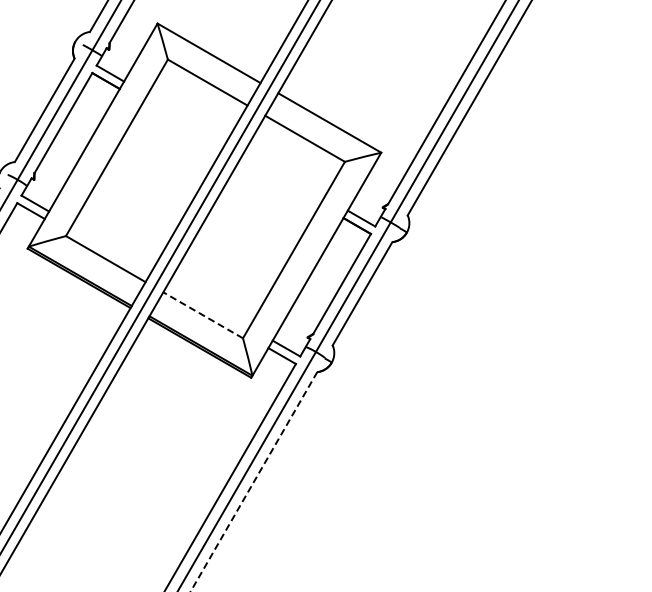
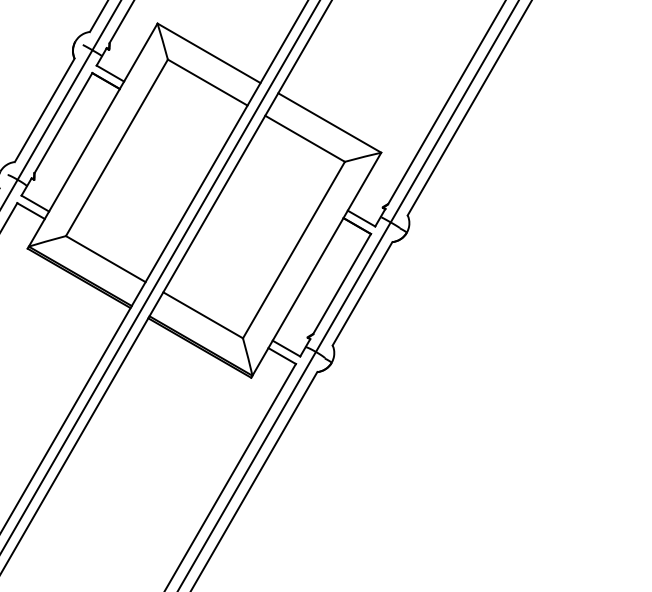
line at (203, 315): dashed -> solid
line at (253, 481): dashed -> solid
